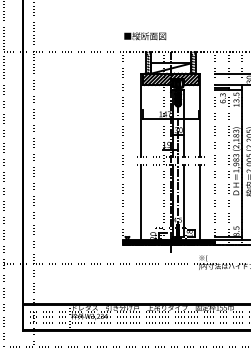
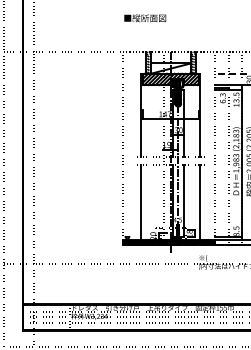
text at (145, 36) position: (145, 36) -> (145, 18)
line at (233, 73): solid -> dashed
